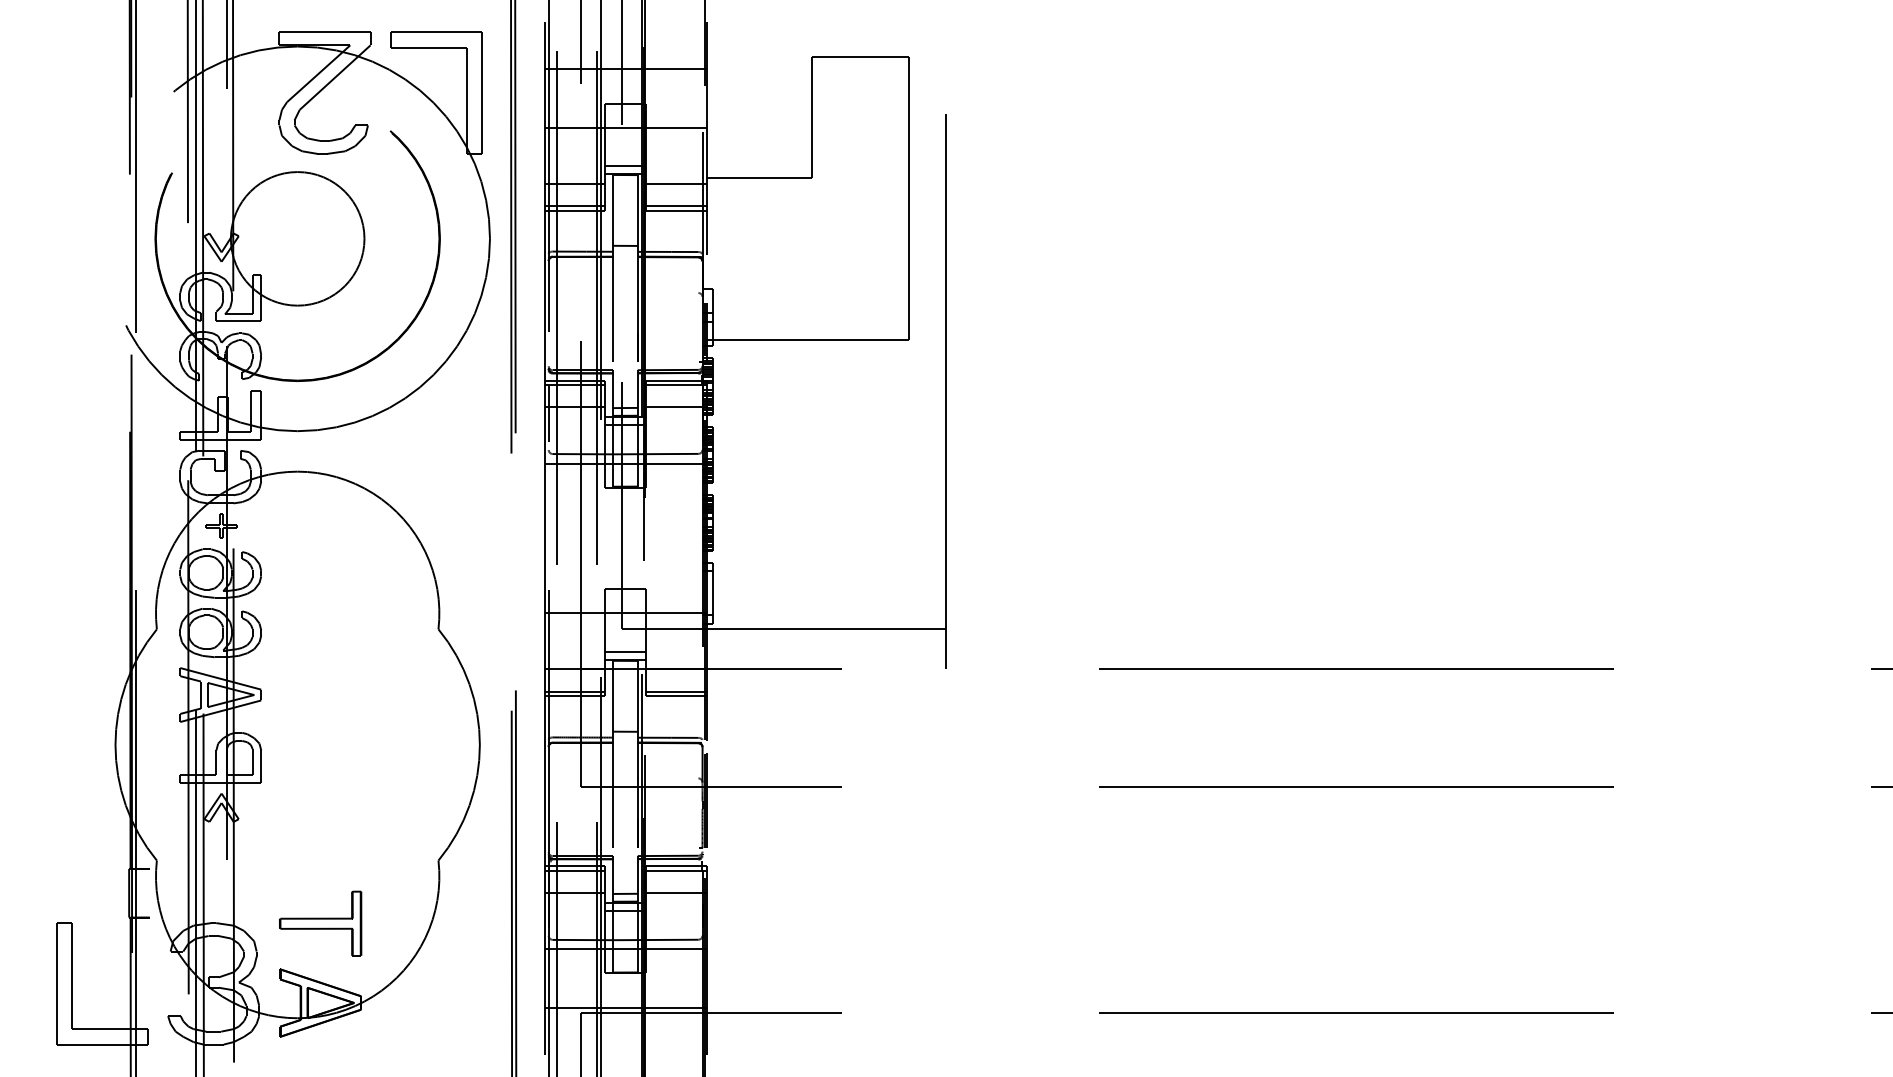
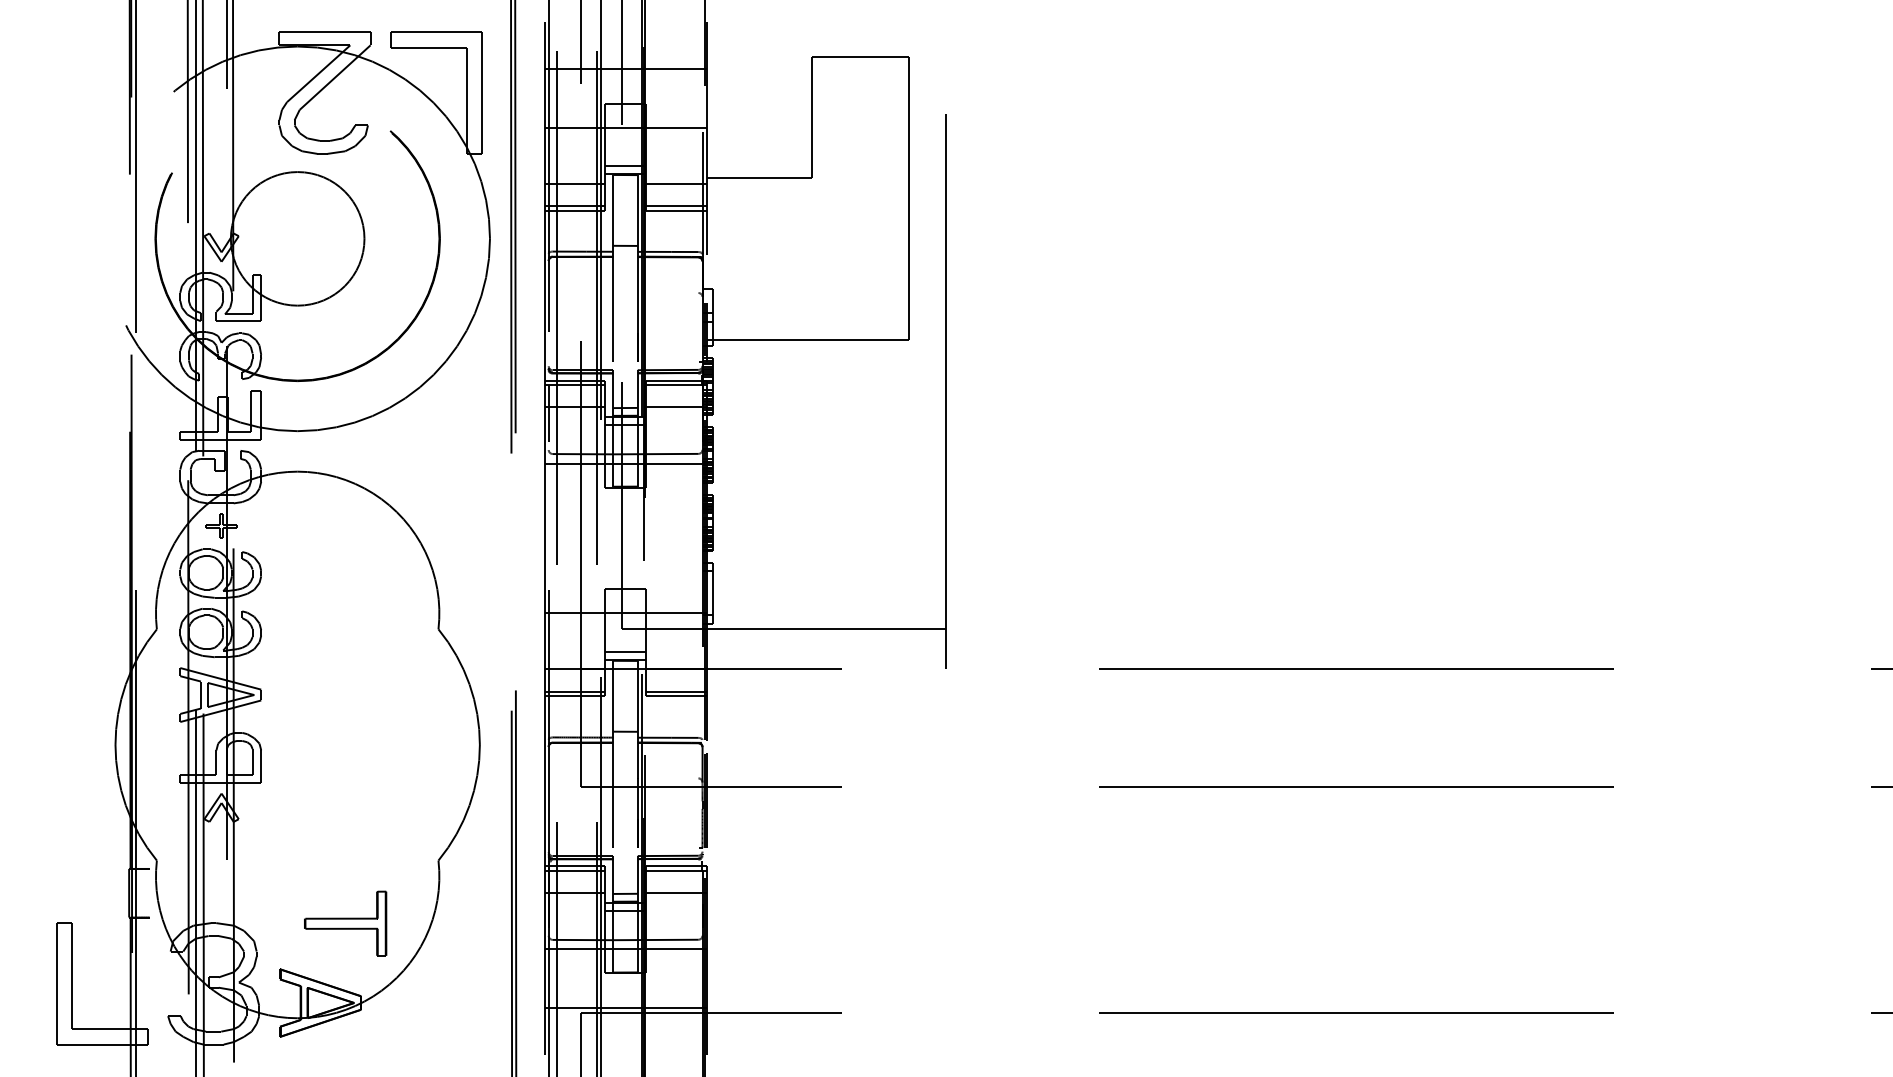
part at (320, 923) position: (320, 923) -> (345, 923)
